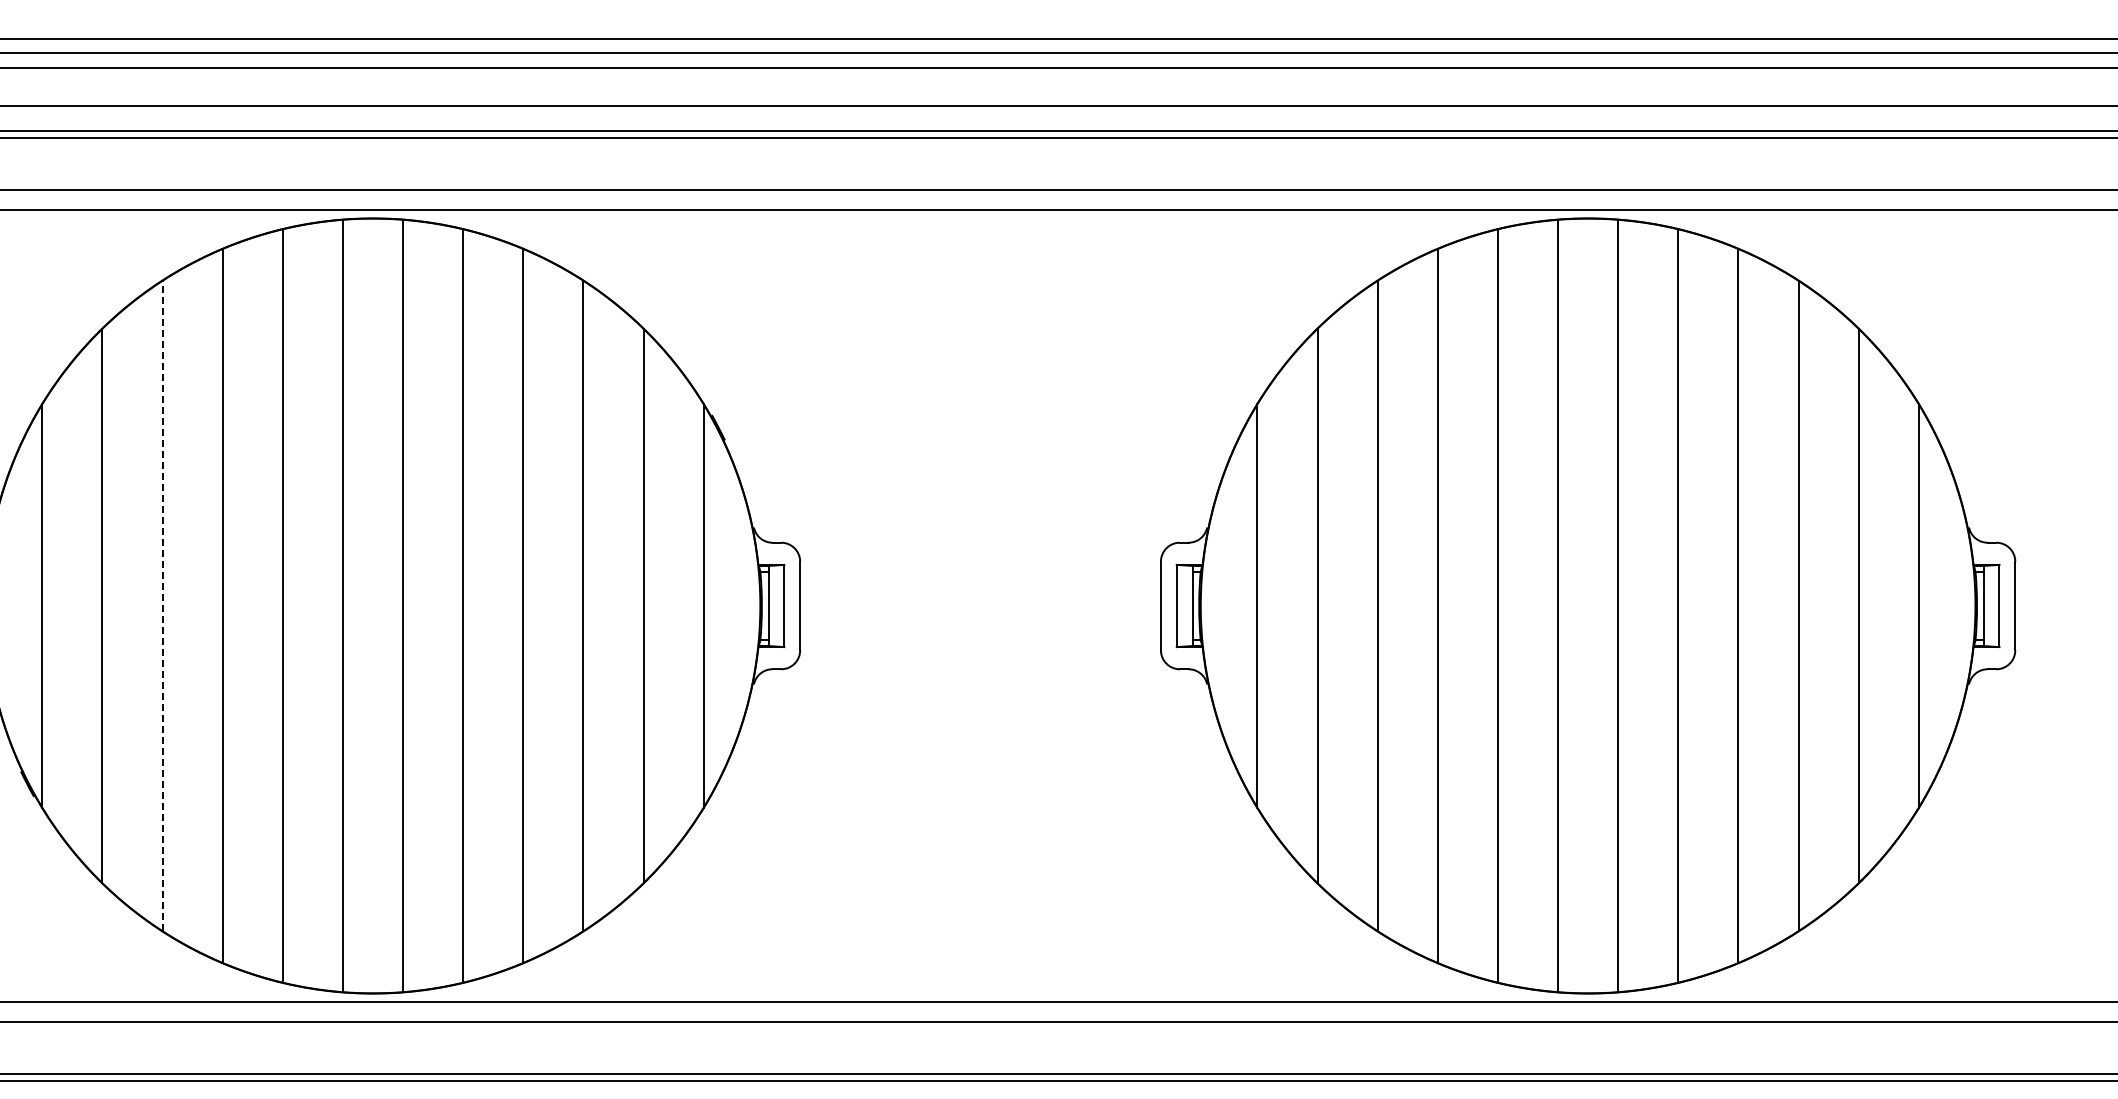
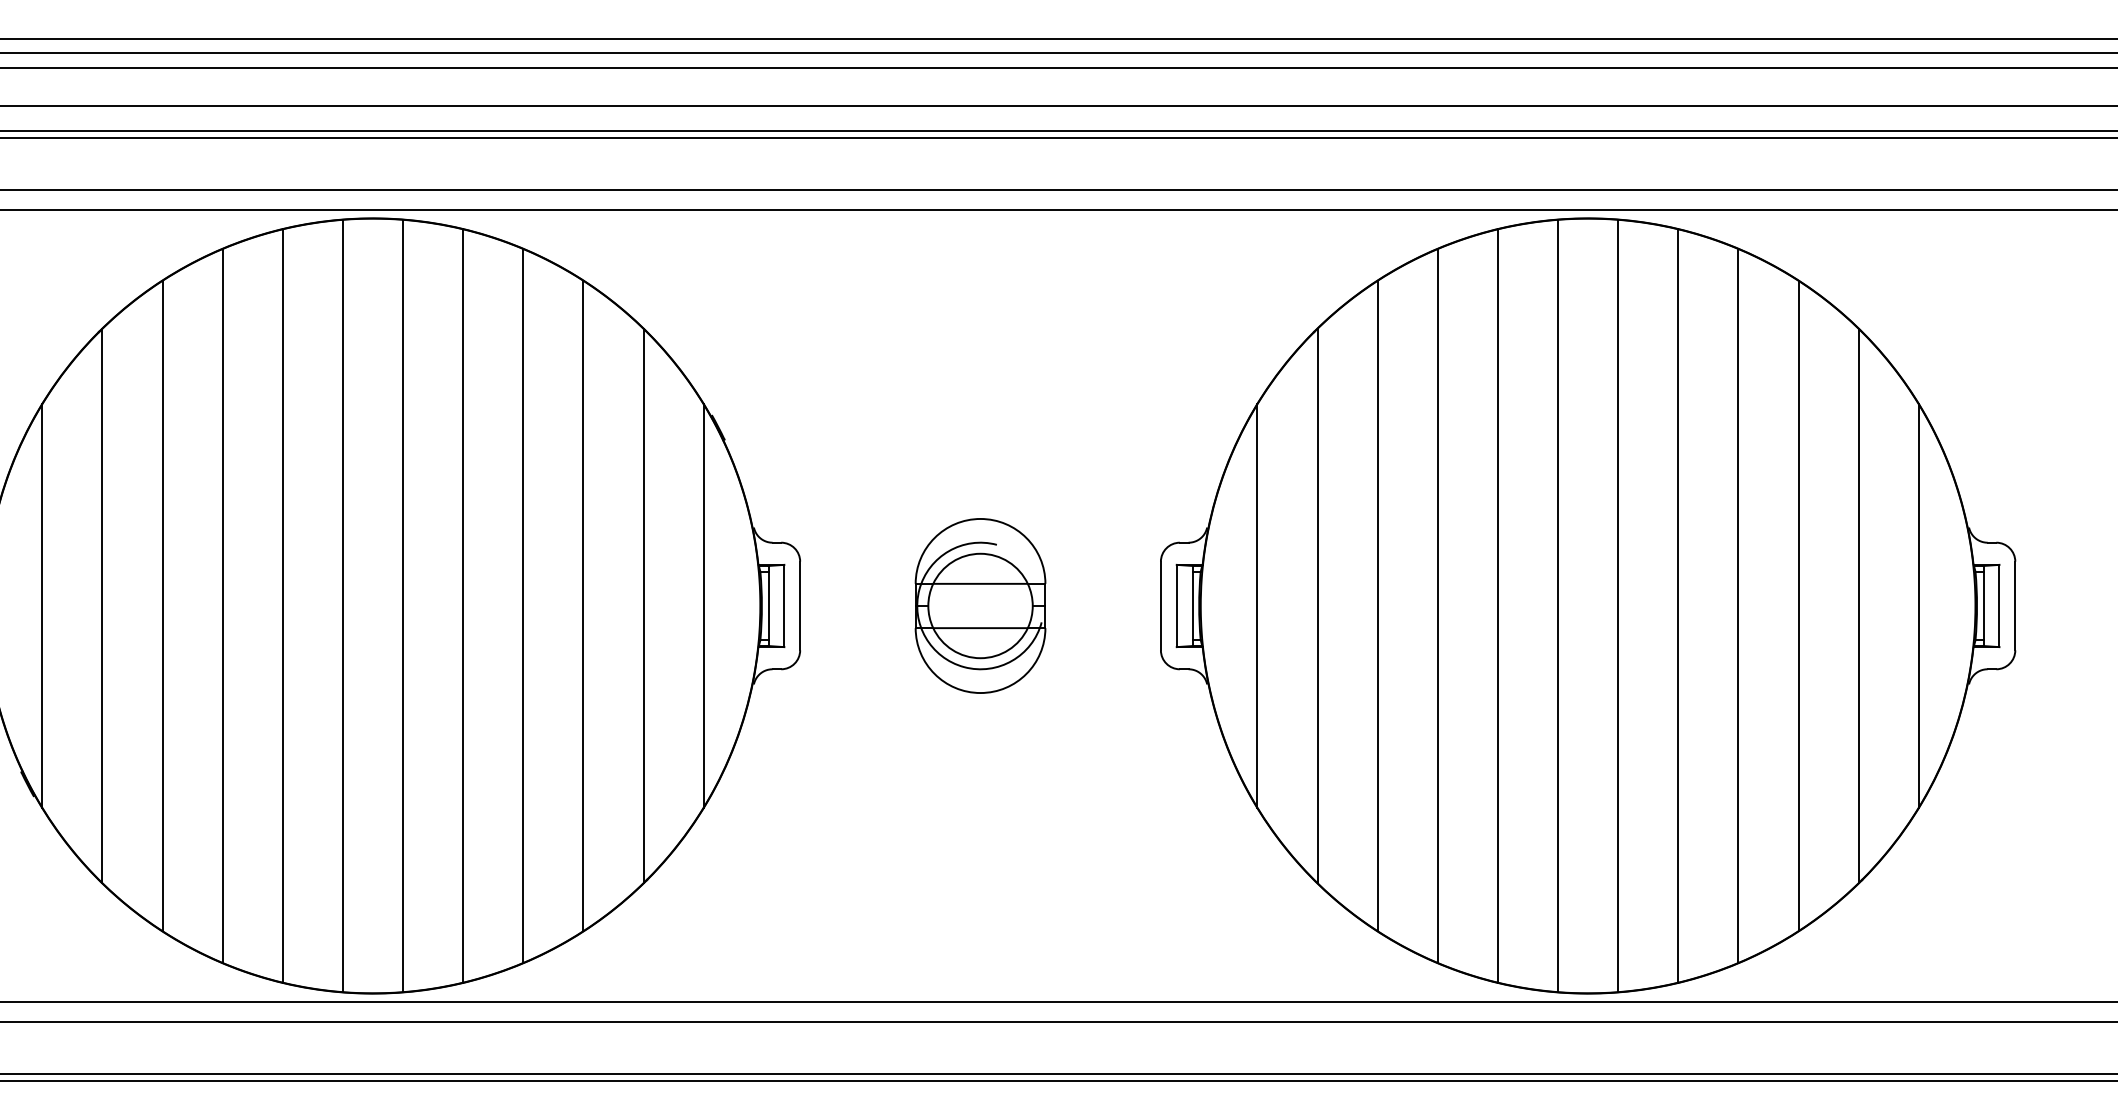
line at (162, 605): dashed -> solid
part at (980, 605): none -> present
